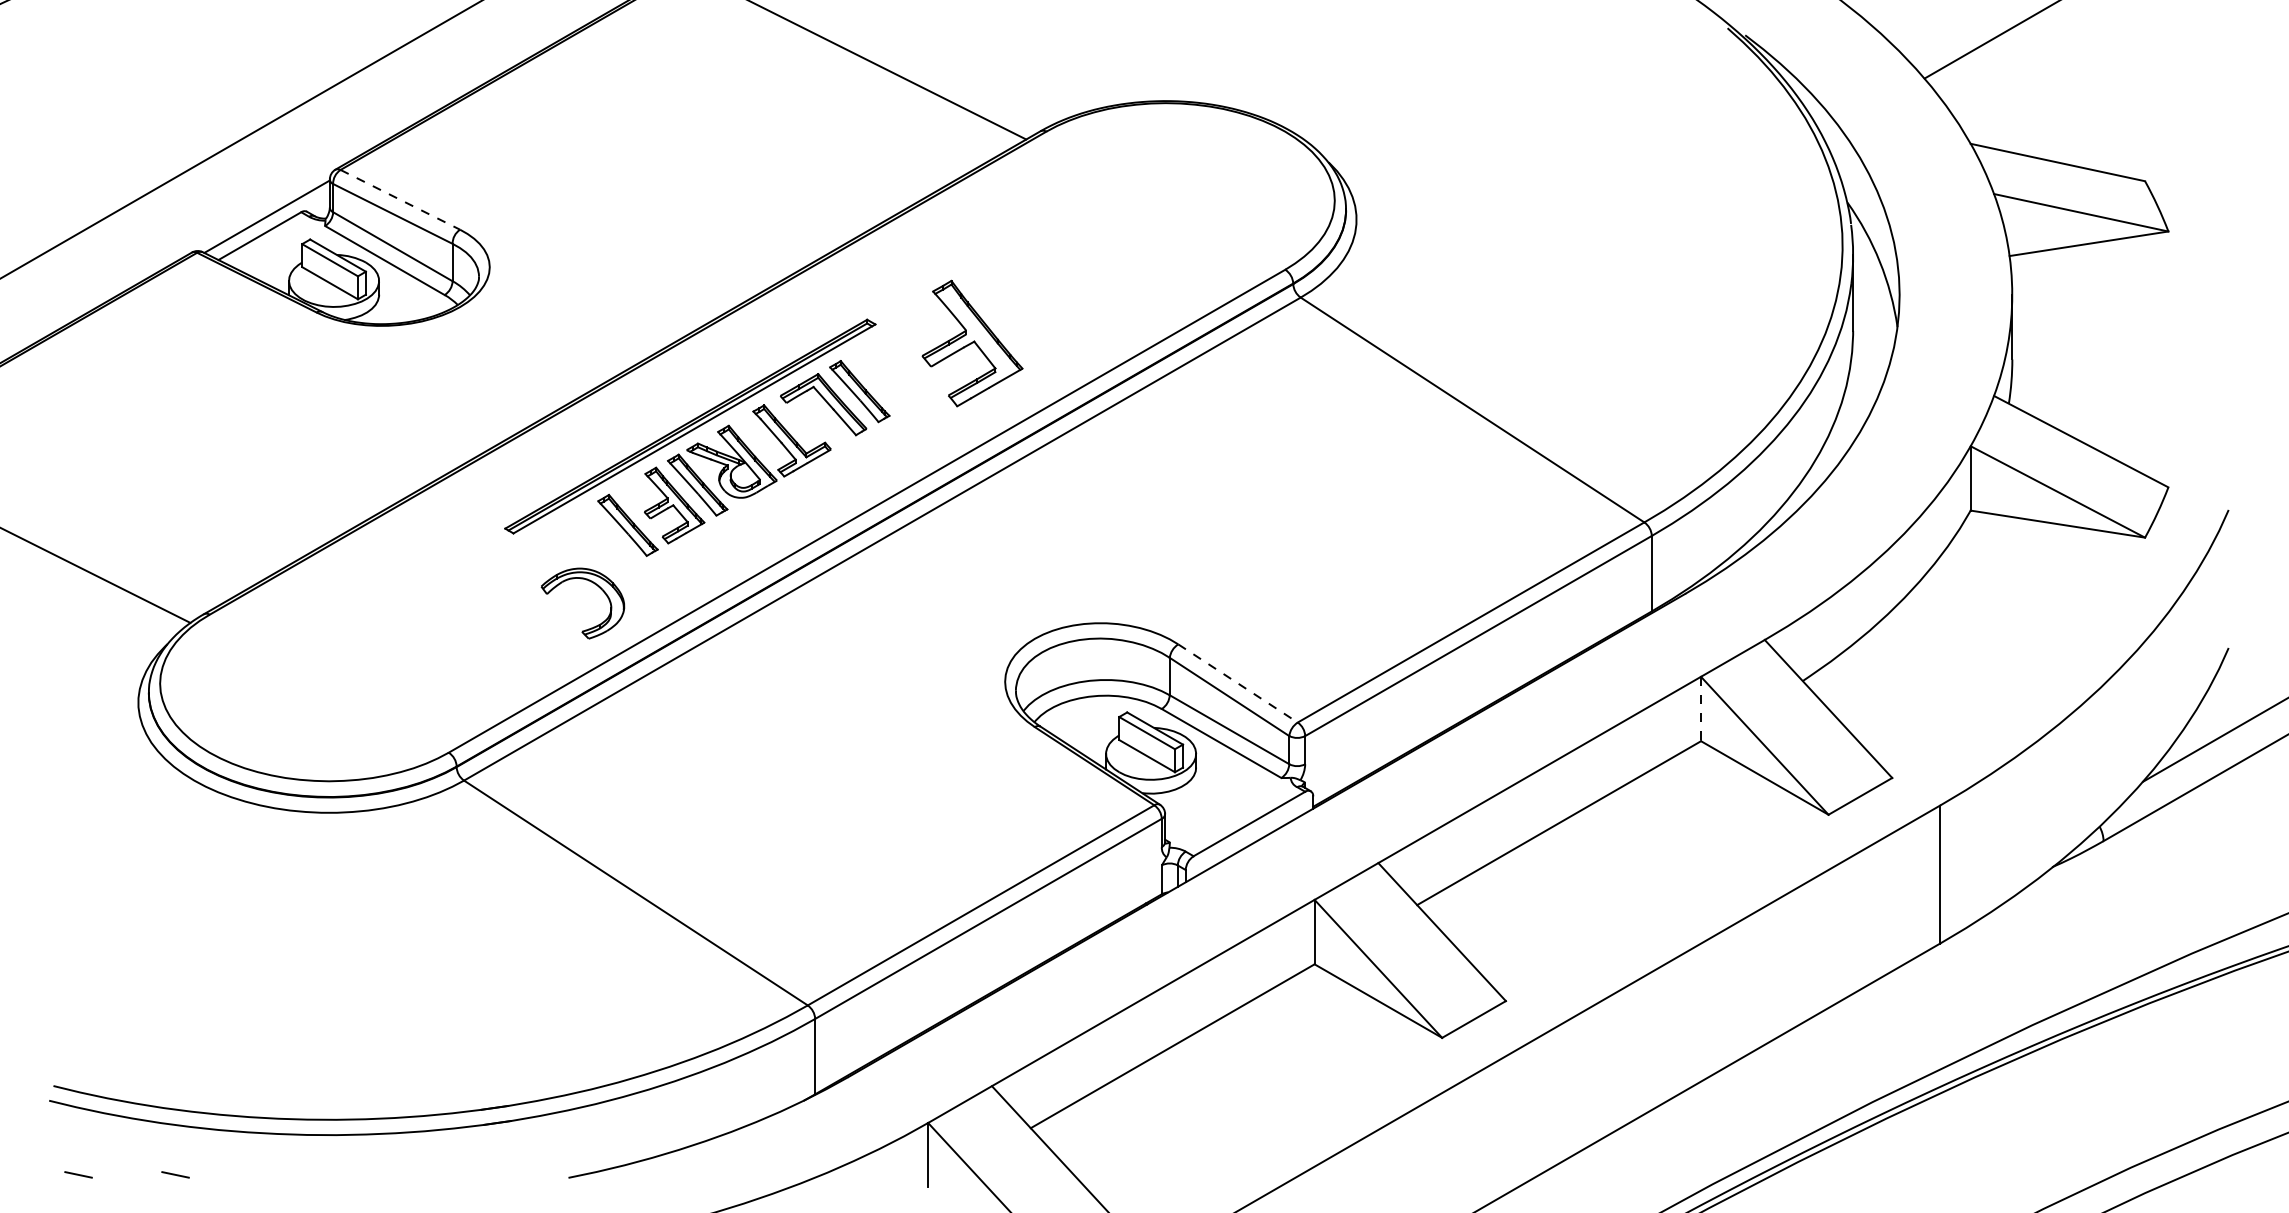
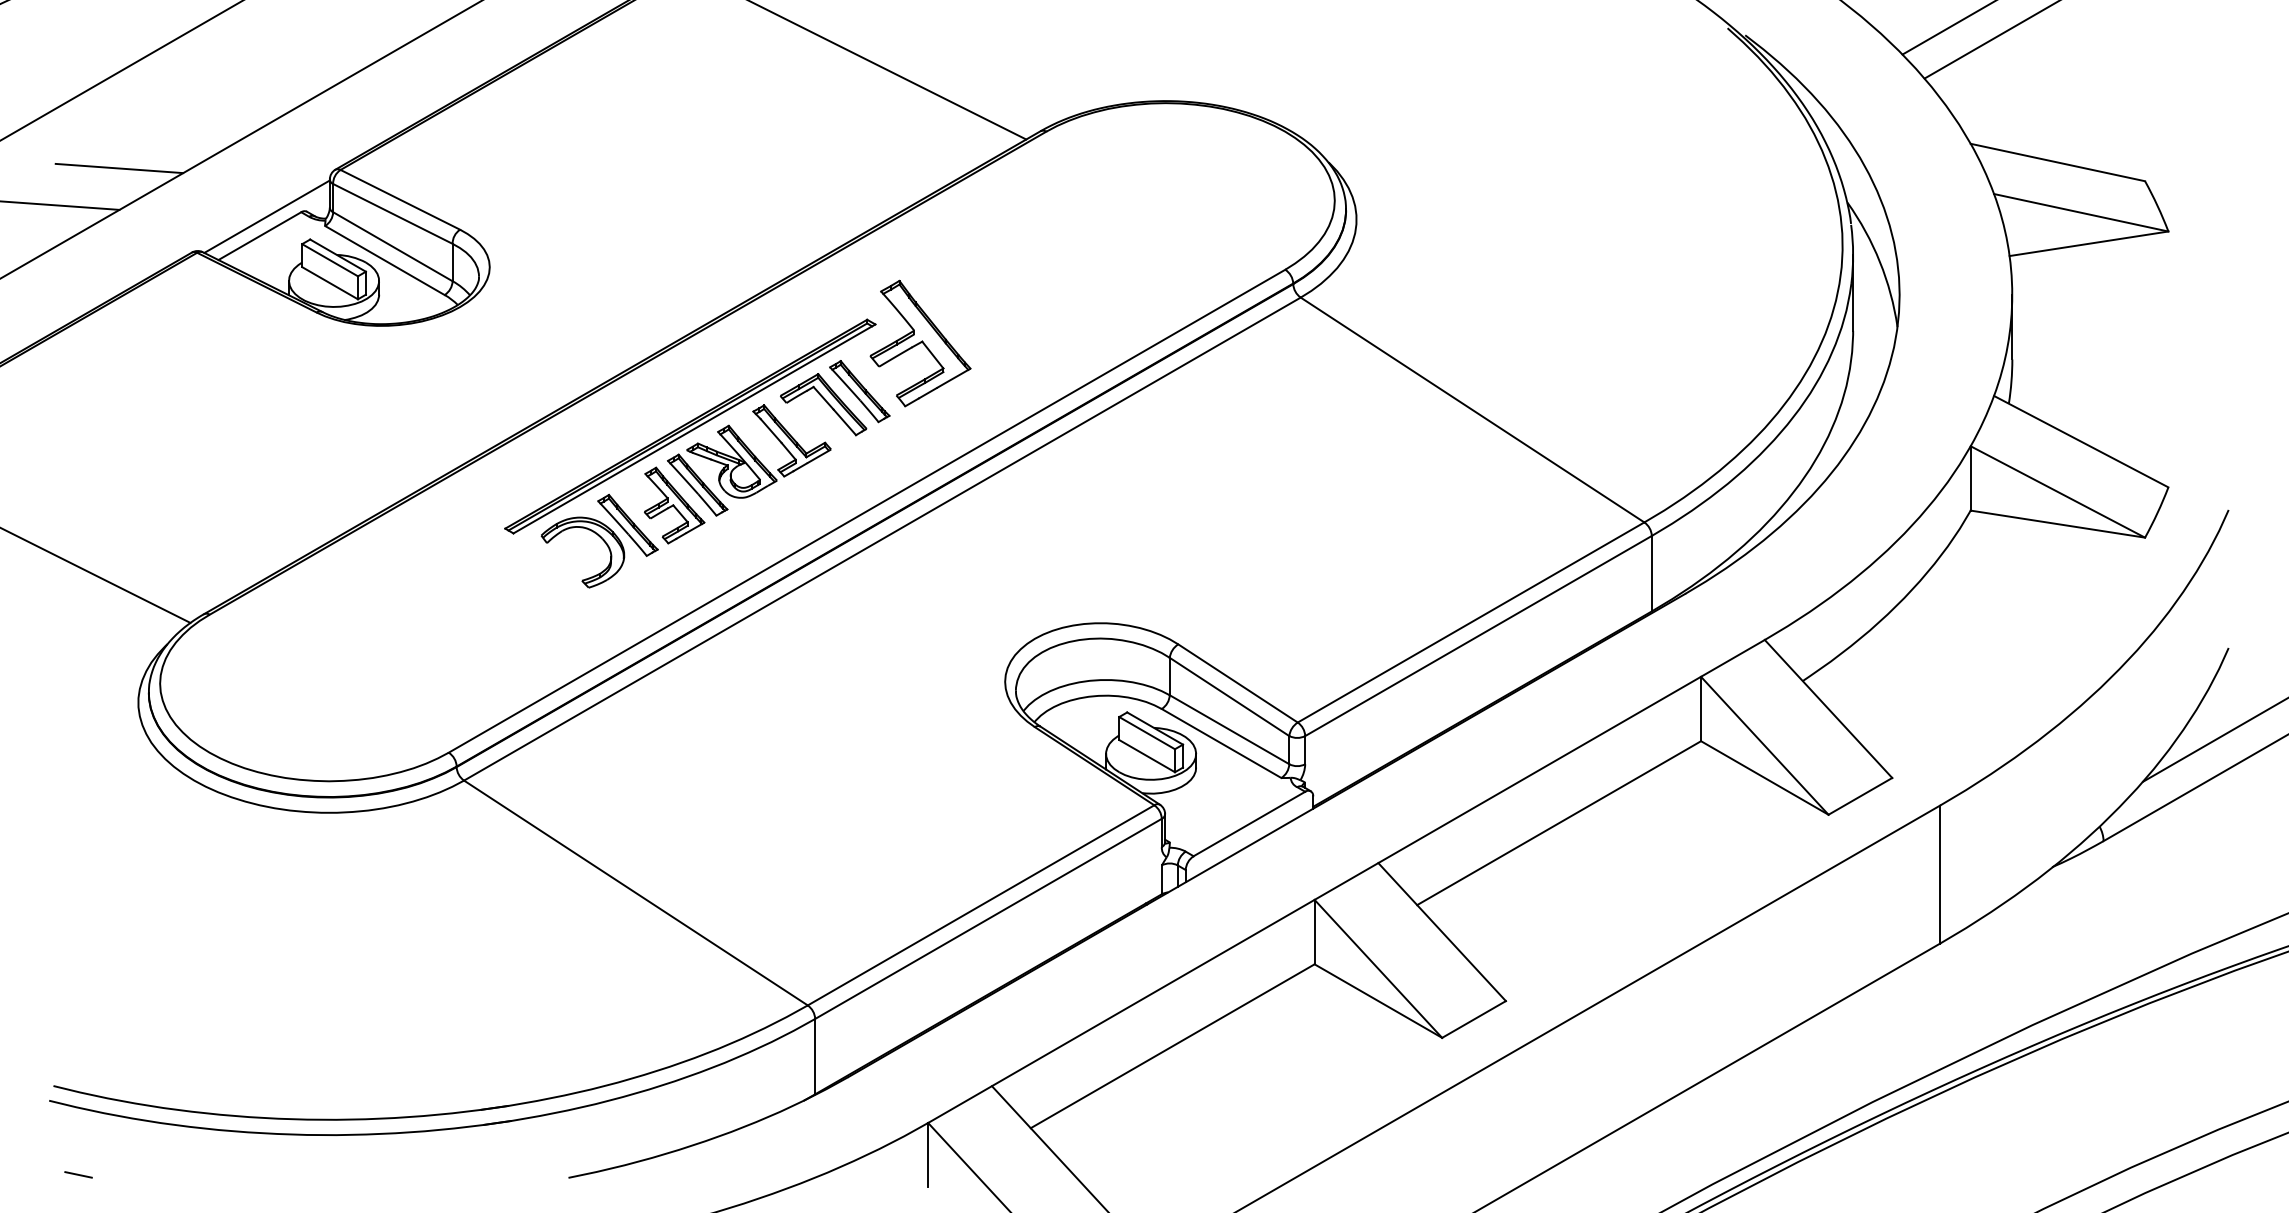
line at (1947, 28): none -> present
line at (121, 70): none -> present
line at (119, 168): none -> present
line at (400, 199): dashed -> solid
line at (60, 205): none -> present
part at (972, 343) position: (972, 343) -> (920, 343)
part at (592, 583) position: (592, 583) -> (592, 532)
line at (1238, 683): dashed -> solid
line at (1701, 709): dashed -> solid
line at (175, 1174): present -> none
